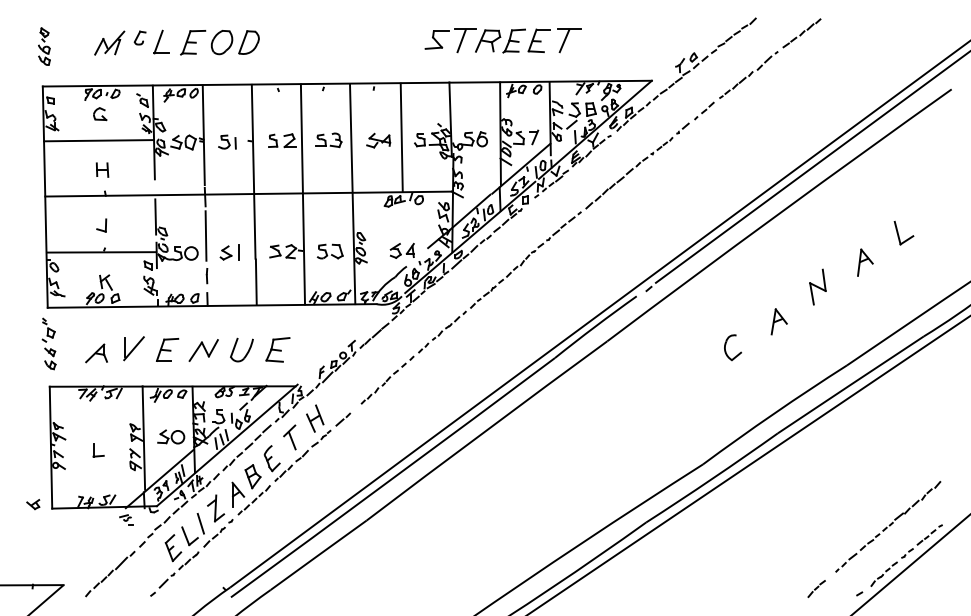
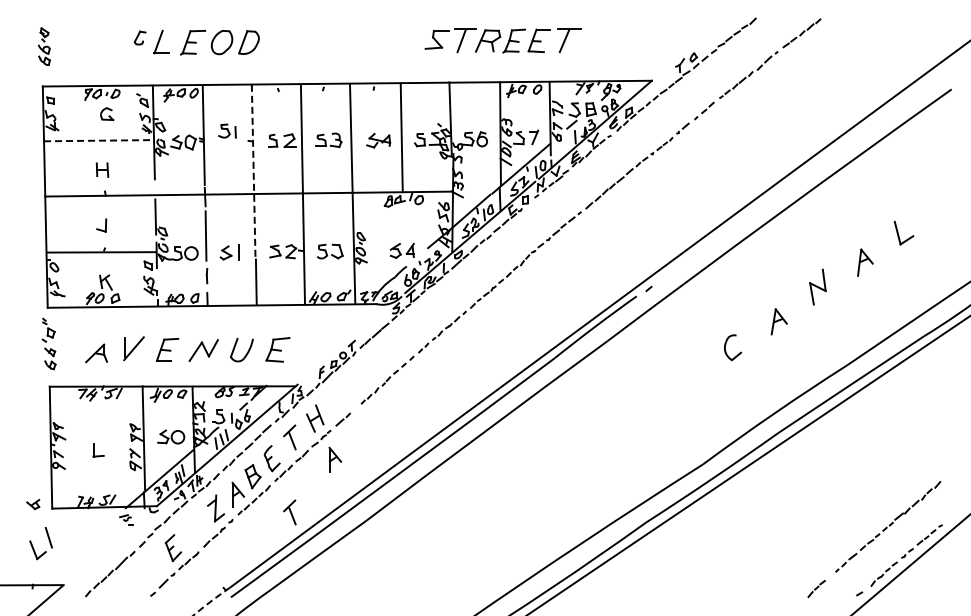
part at (109, 42): present -> none
part at (100, 114) position: (100, 114) -> (107, 114)
line at (98, 140): solid -> dashed
part at (227, 141) position: (227, 141) -> (227, 130)
line at (811, 167): present -> none
line at (253, 171): solid -> dashed
part at (335, 459): none -> present
part at (289, 512): none -> present
part at (185, 532) position: (185, 532) -> (33, 546)
arc at (211, 601): solid -> dashed
